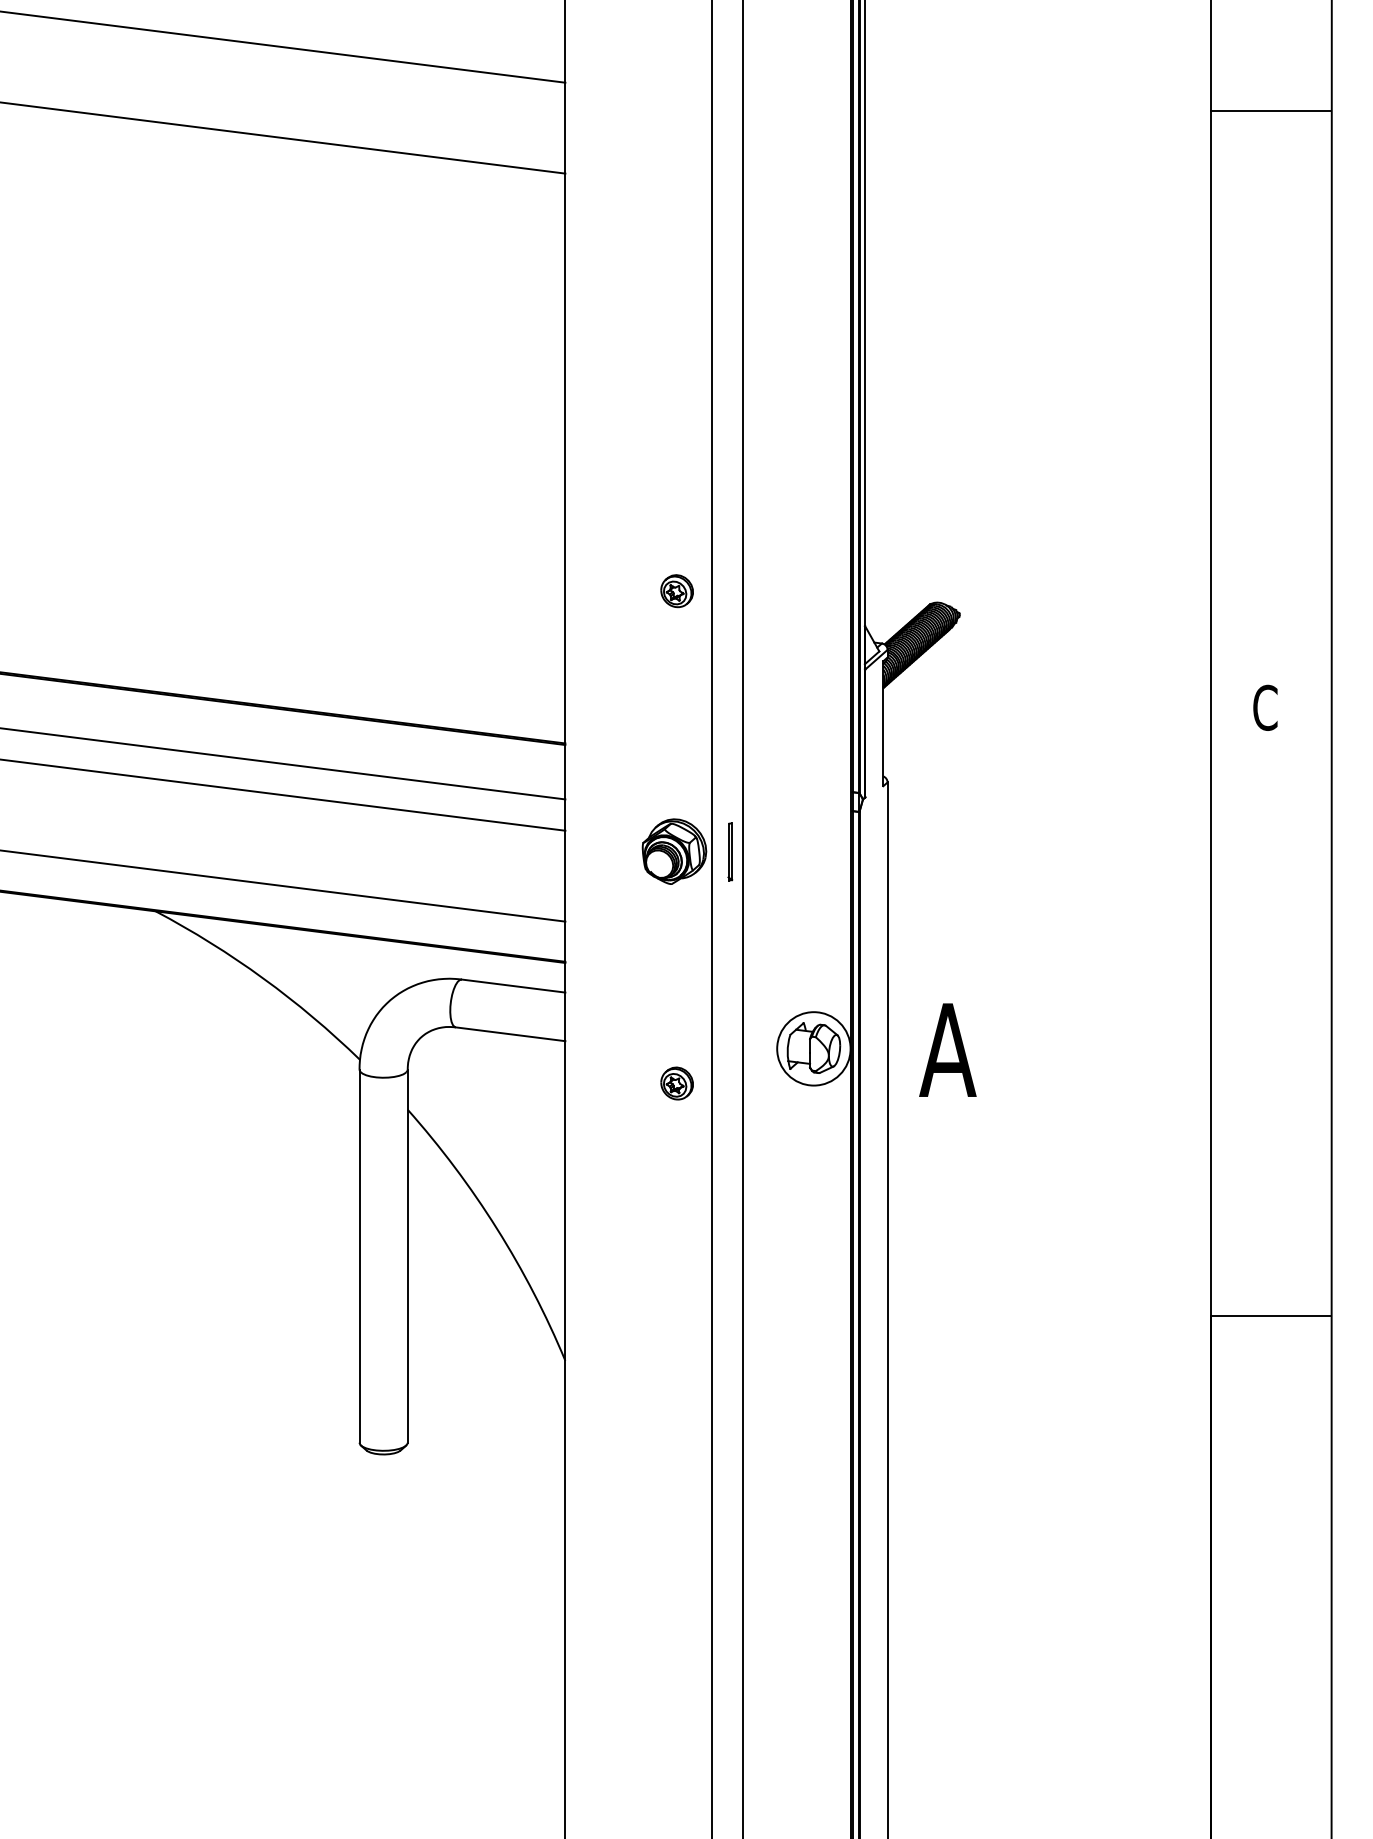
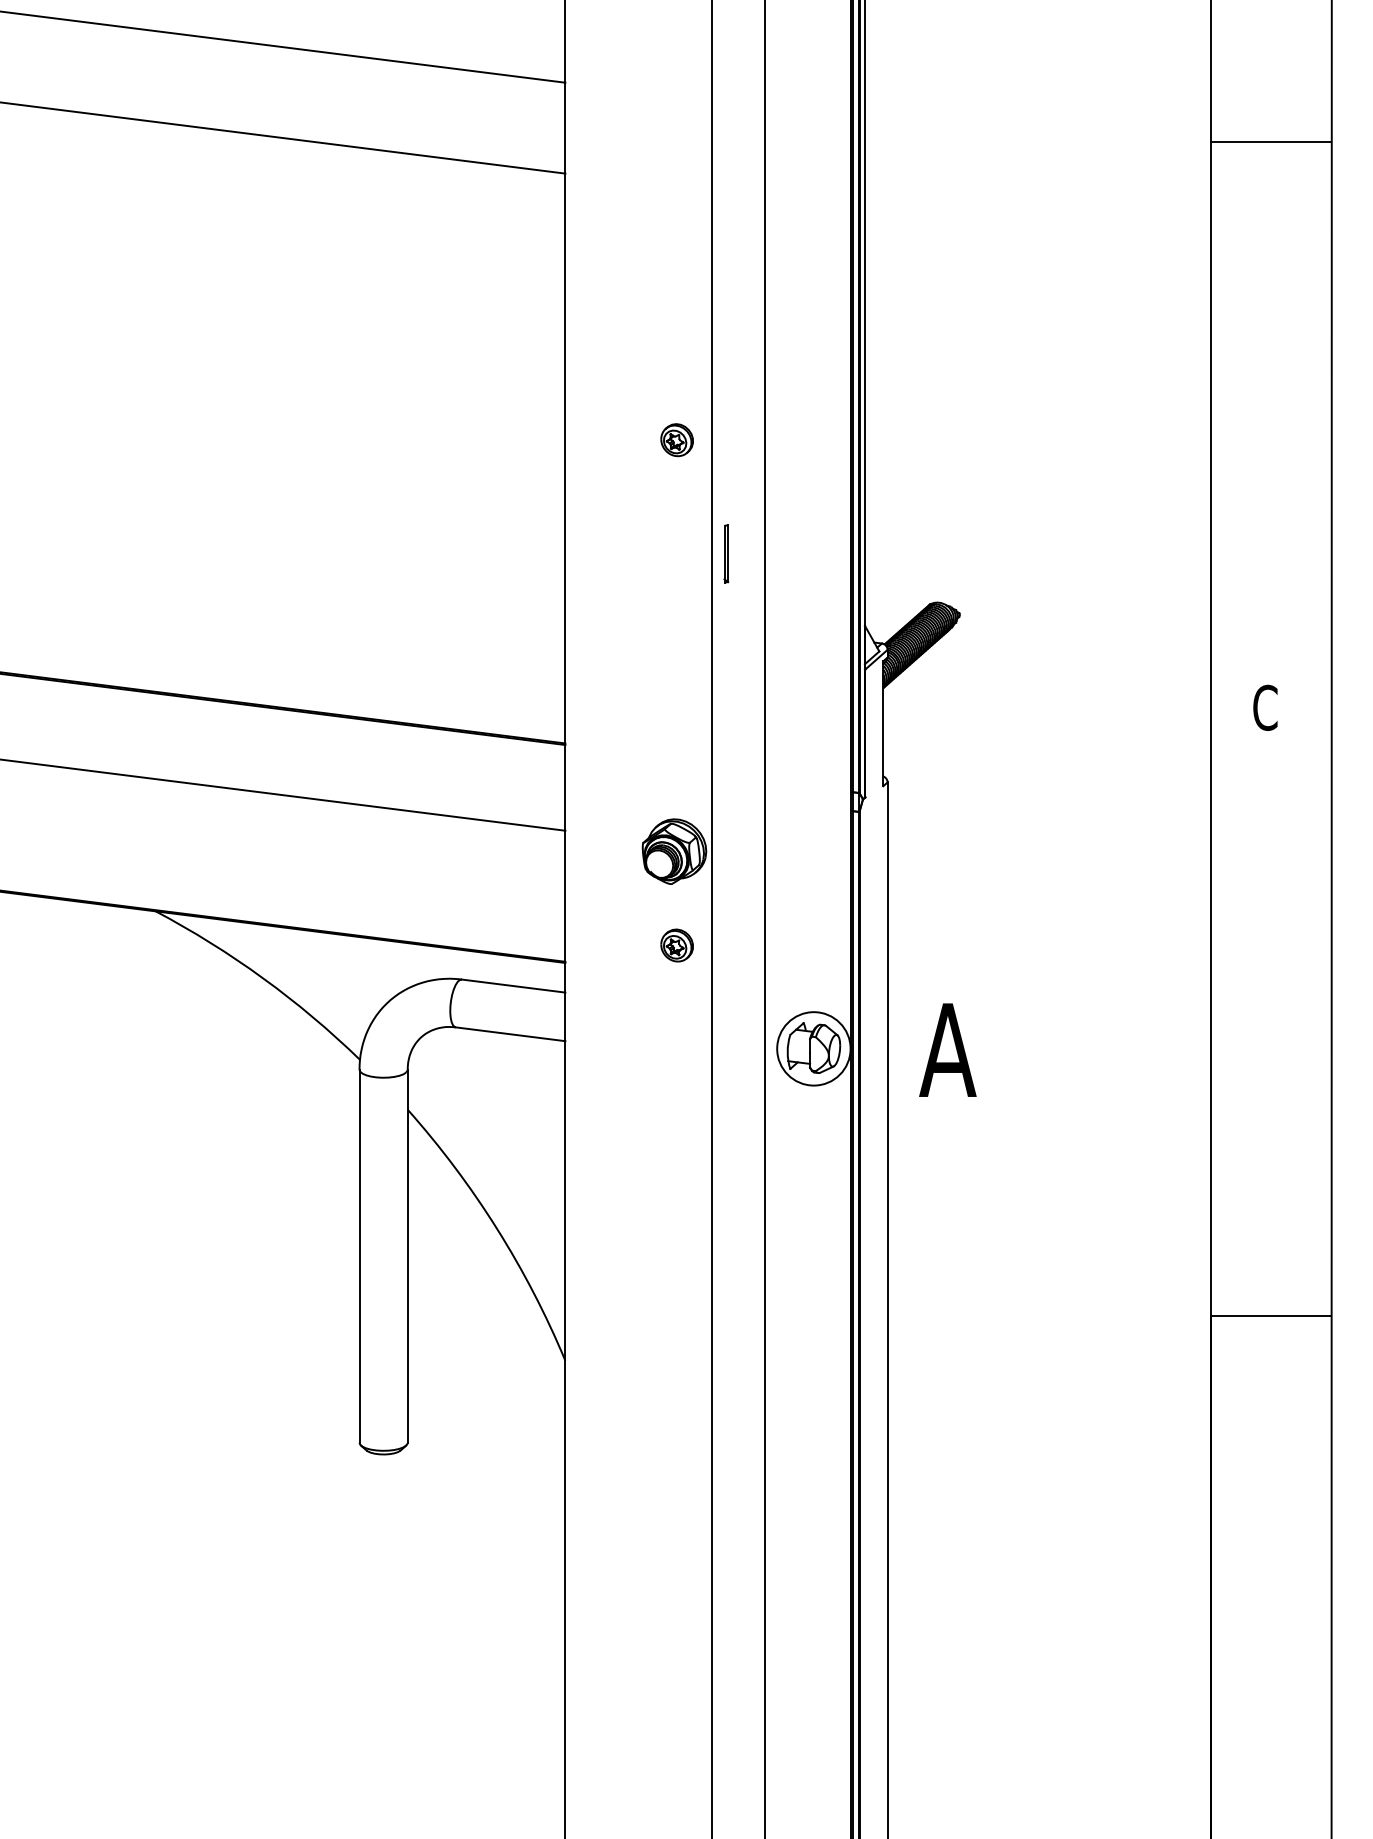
line at (1270, 111) position: (1270, 111) -> (1270, 142)
part at (676, 591) position: (676, 591) -> (676, 440)
line at (283, 763): present -> none
part at (730, 851) position: (730, 851) -> (726, 553)
line at (283, 885): present -> none
line at (743, 918) position: (743, 918) -> (765, 918)
part at (676, 1083) position: (676, 1083) -> (676, 945)
